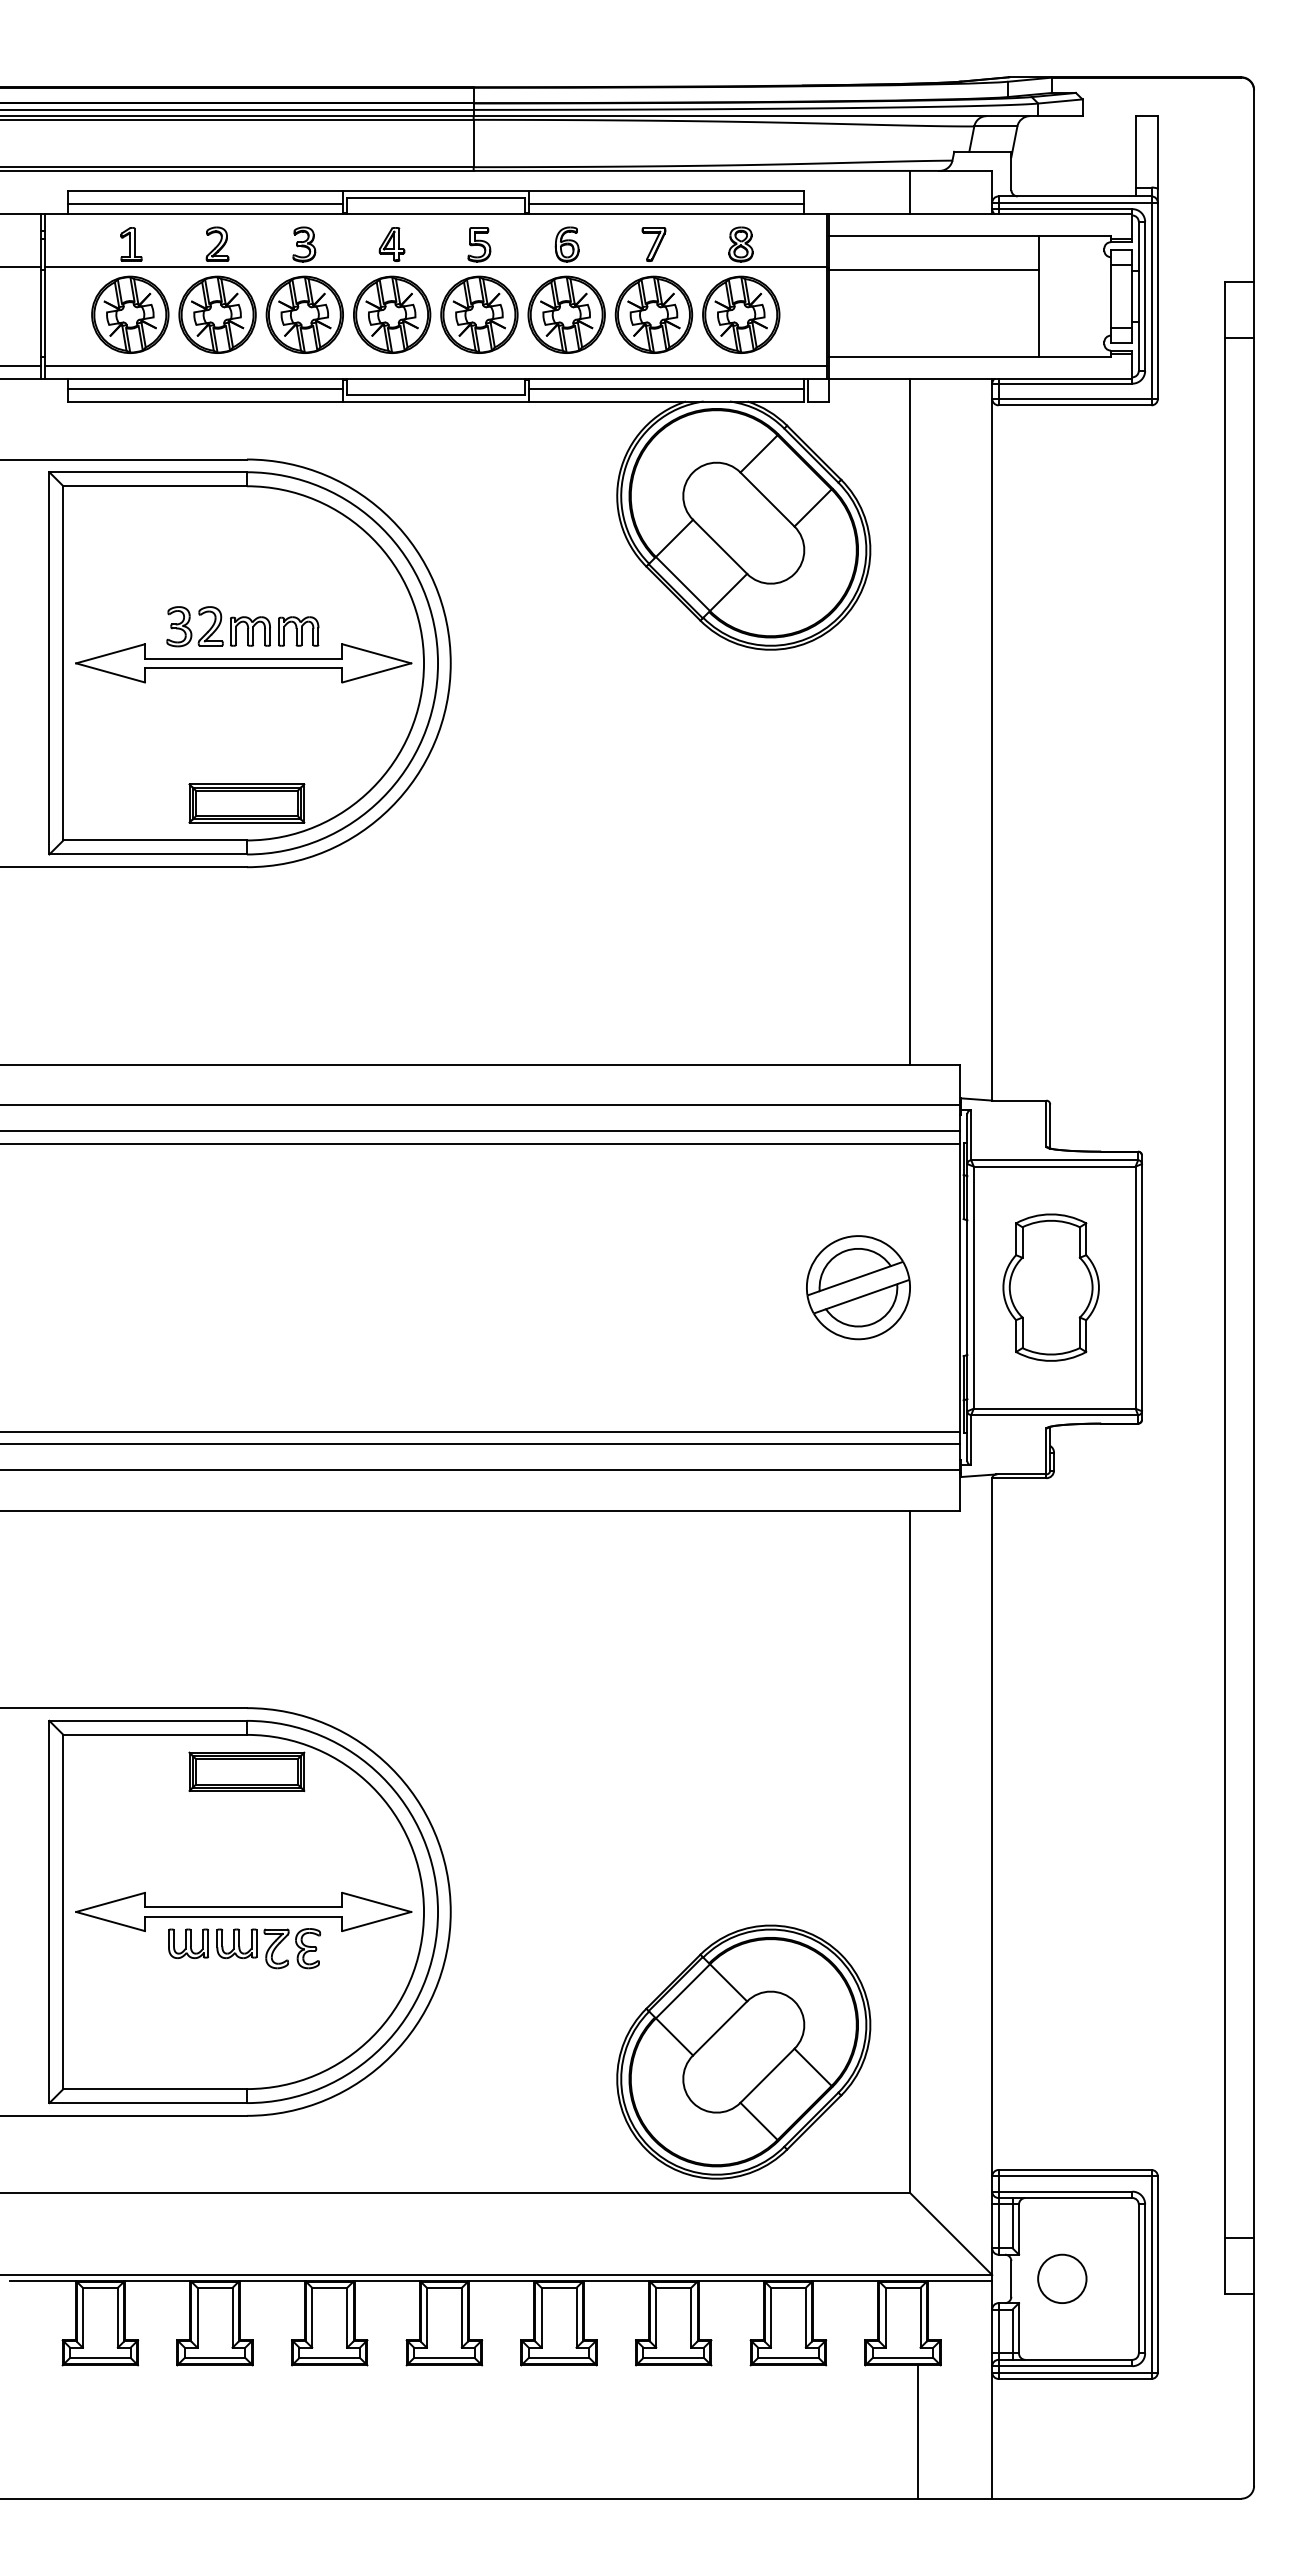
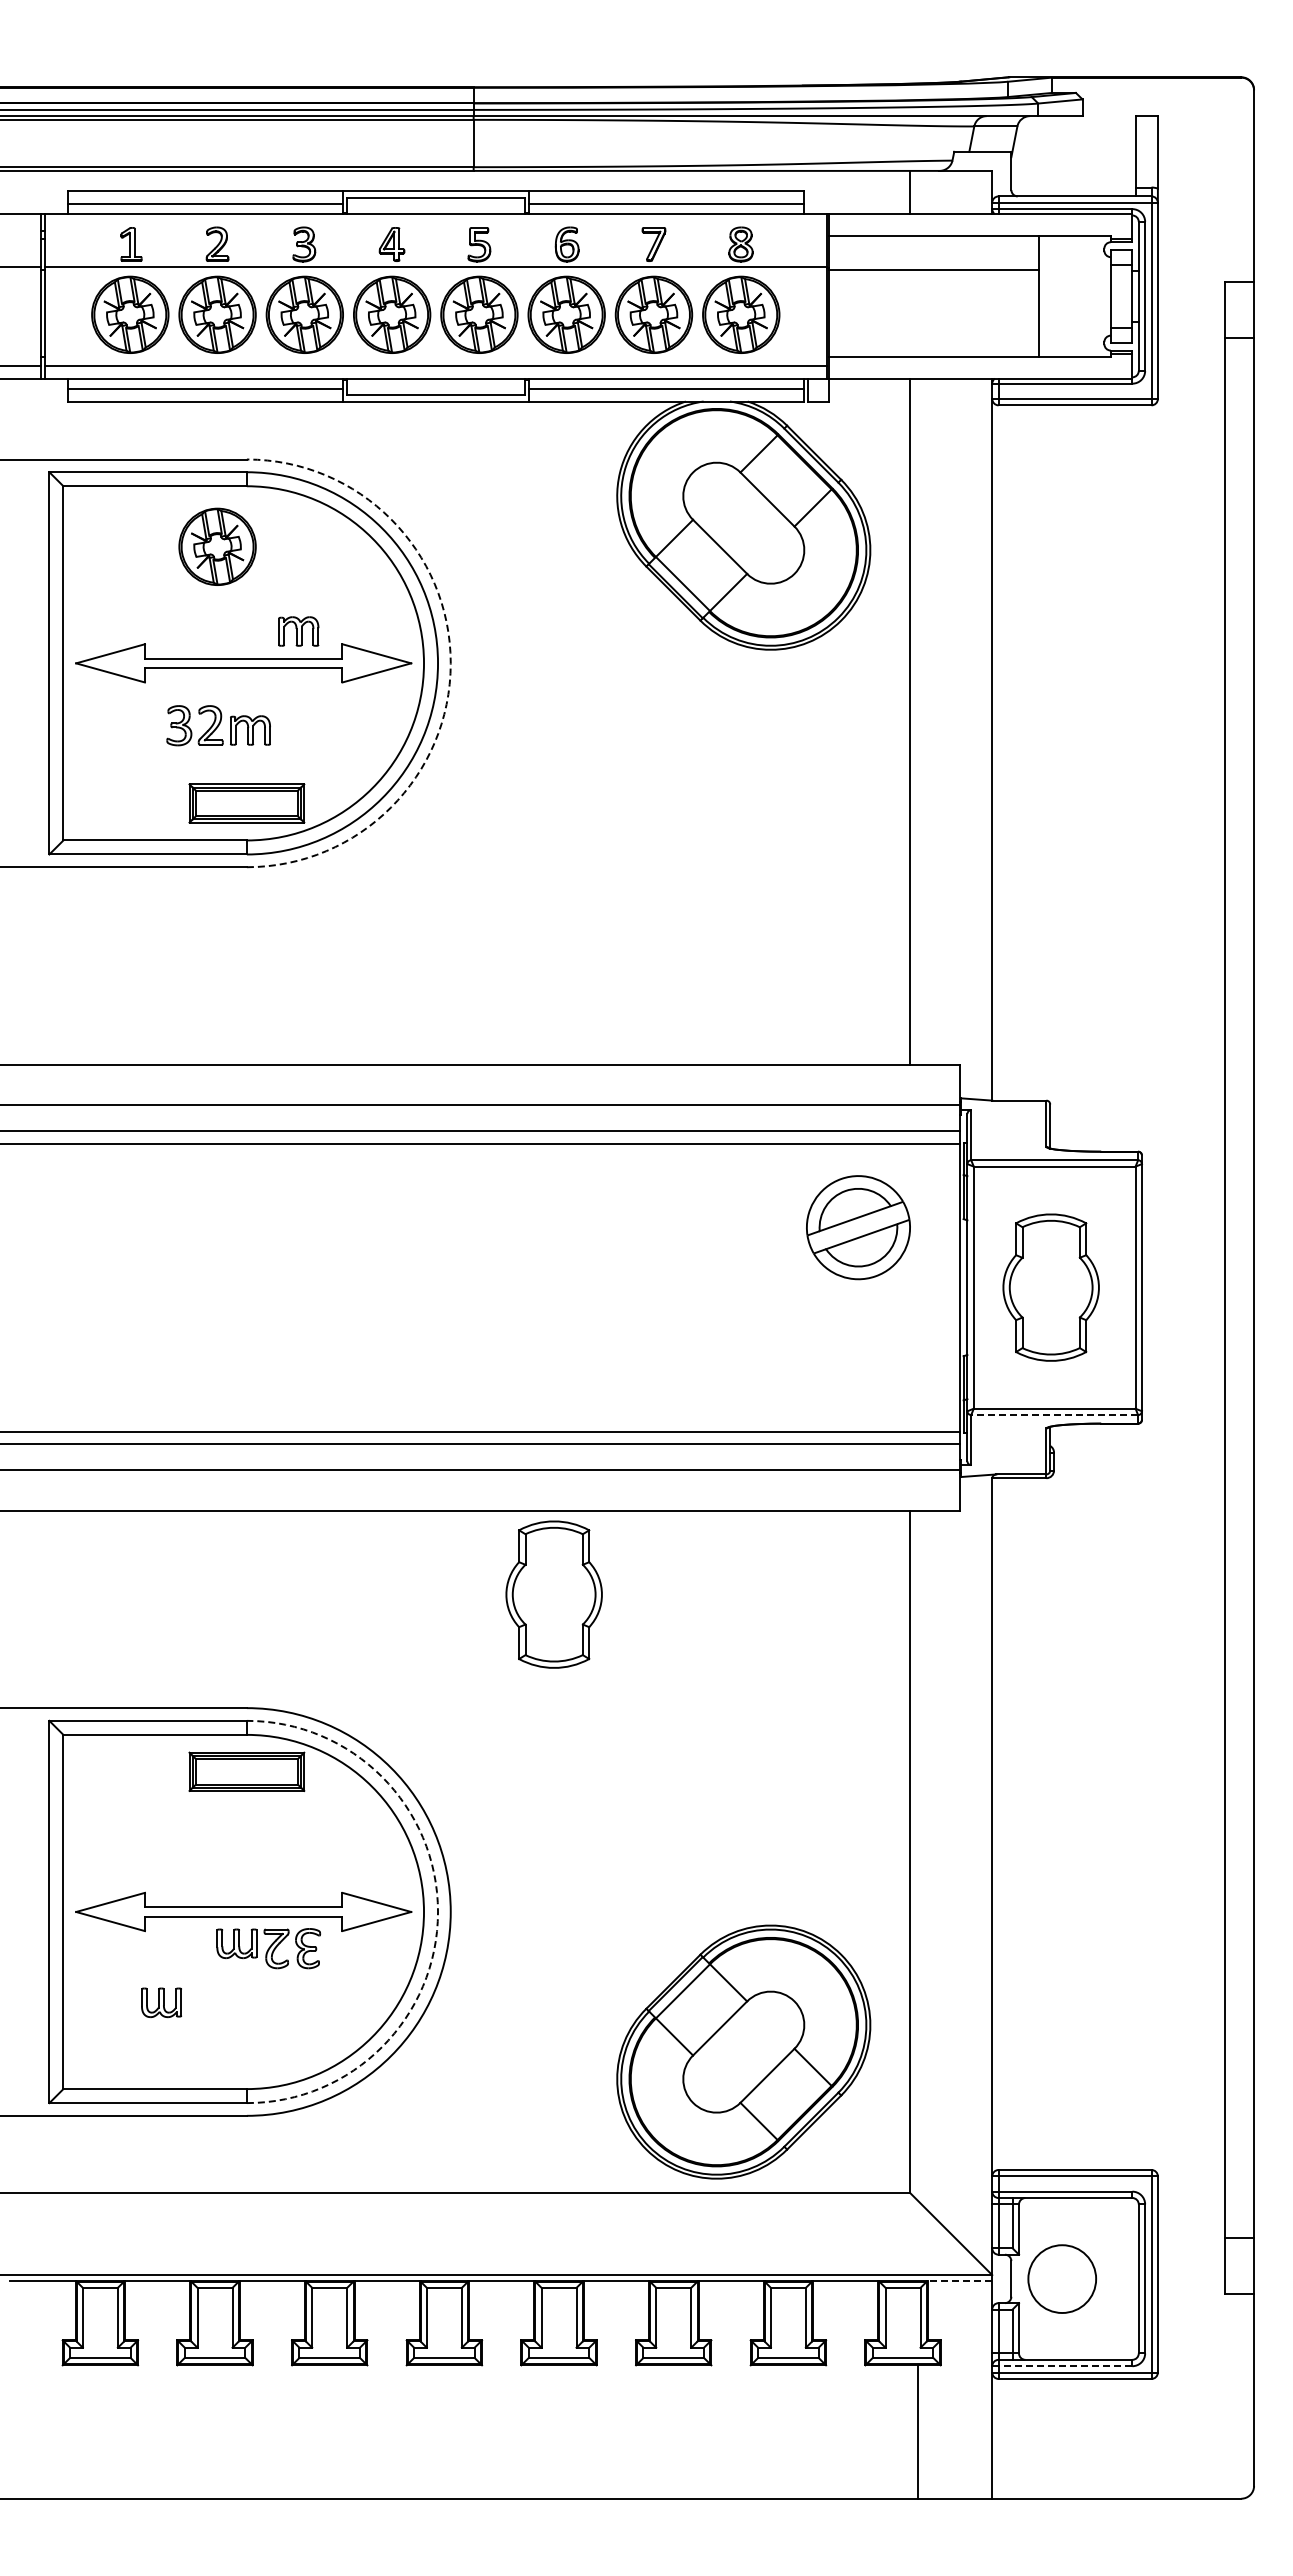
part at (217, 546): none -> present
part at (218, 626) position: (218, 626) -> (218, 725)
arc at (450, 663): solid -> dashed
part at (858, 1287) position: (858, 1287) -> (858, 1227)
line at (1054, 1415): solid -> dashed
part at (553, 1594): none -> present
arc at (438, 1911): solid -> dashed
part at (188, 1943) position: (188, 1943) -> (161, 2002)
circle at (1062, 2278) size: 51x51 px -> 70x70 px
line at (959, 2281): solid -> dashed
line at (1065, 2366): solid -> dashed
